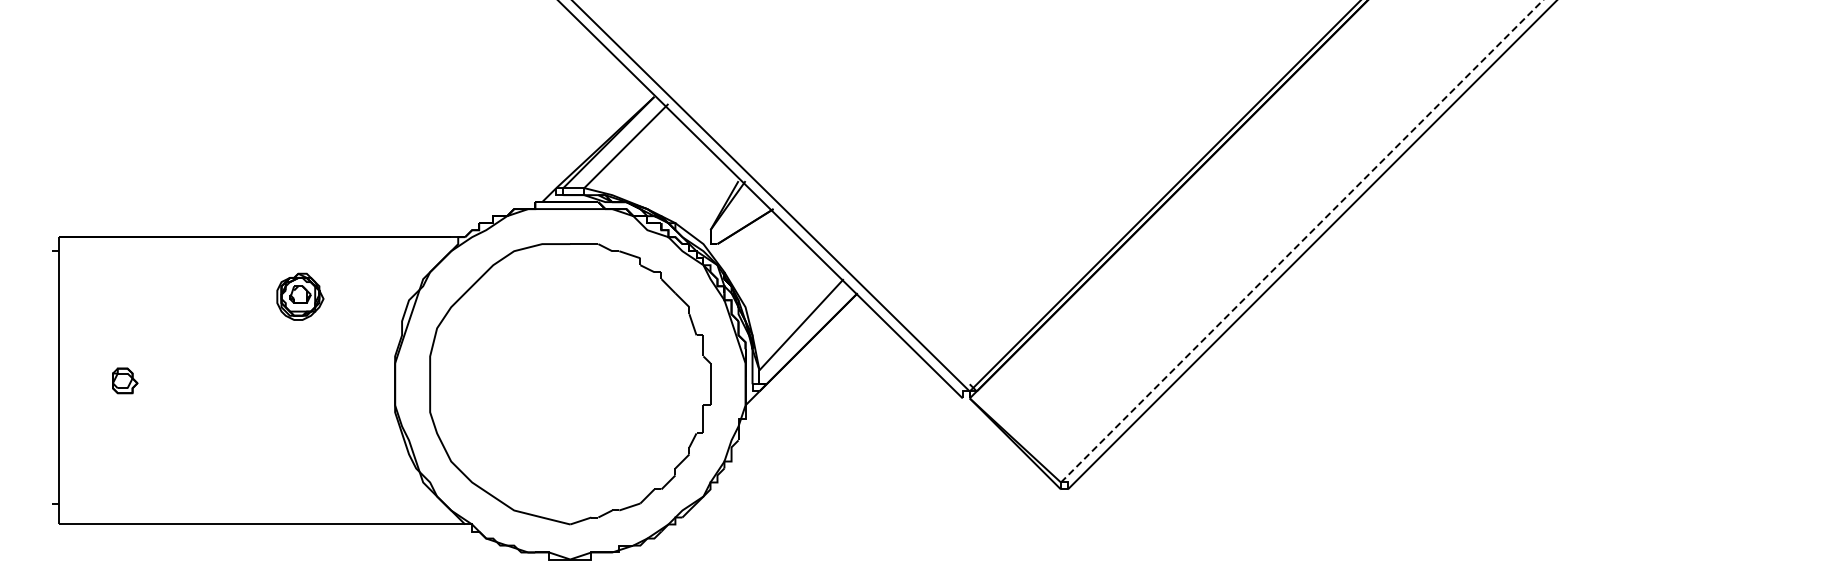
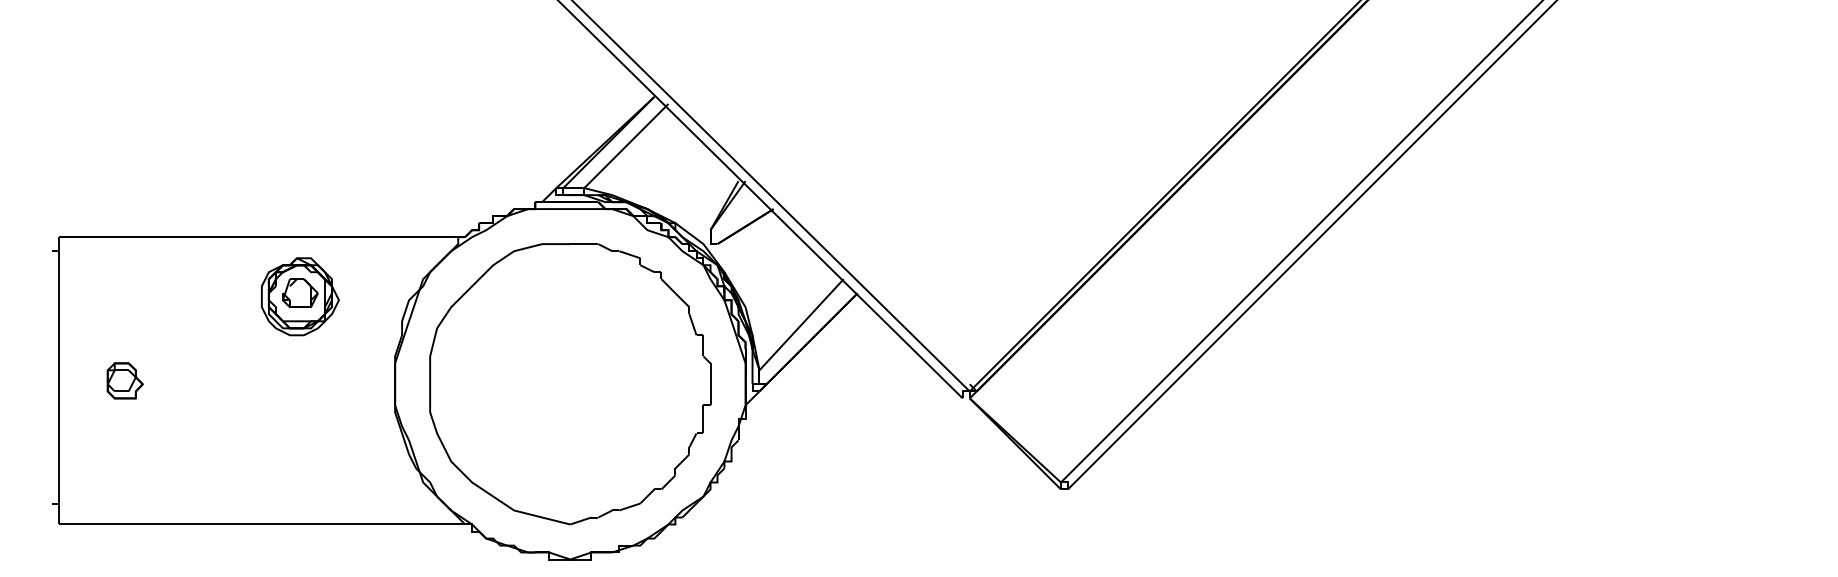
line at (1302, 241): dashed -> solid
part at (300, 296) size: 49x49 px -> 79x80 px
part at (125, 380) size: 27x28 px -> 38x38 px
